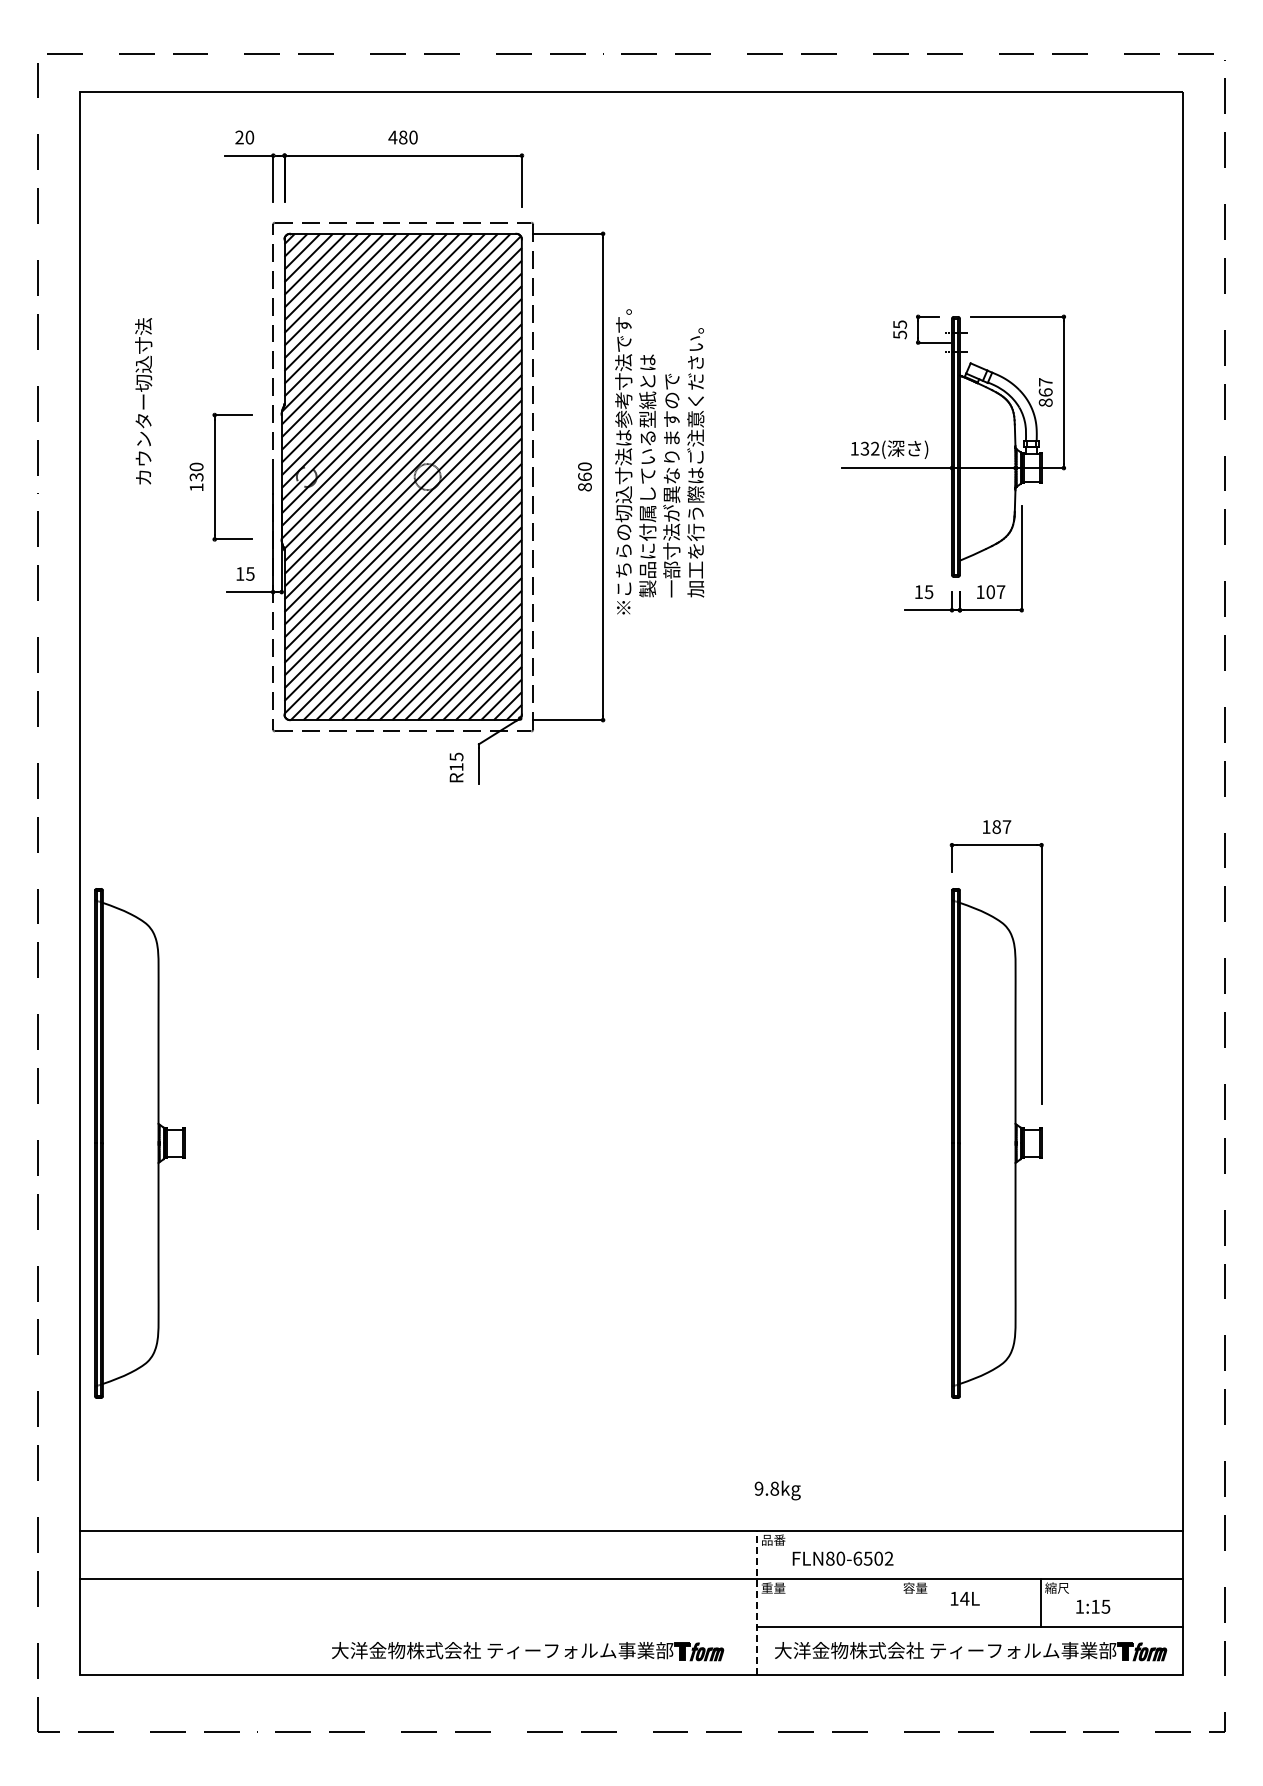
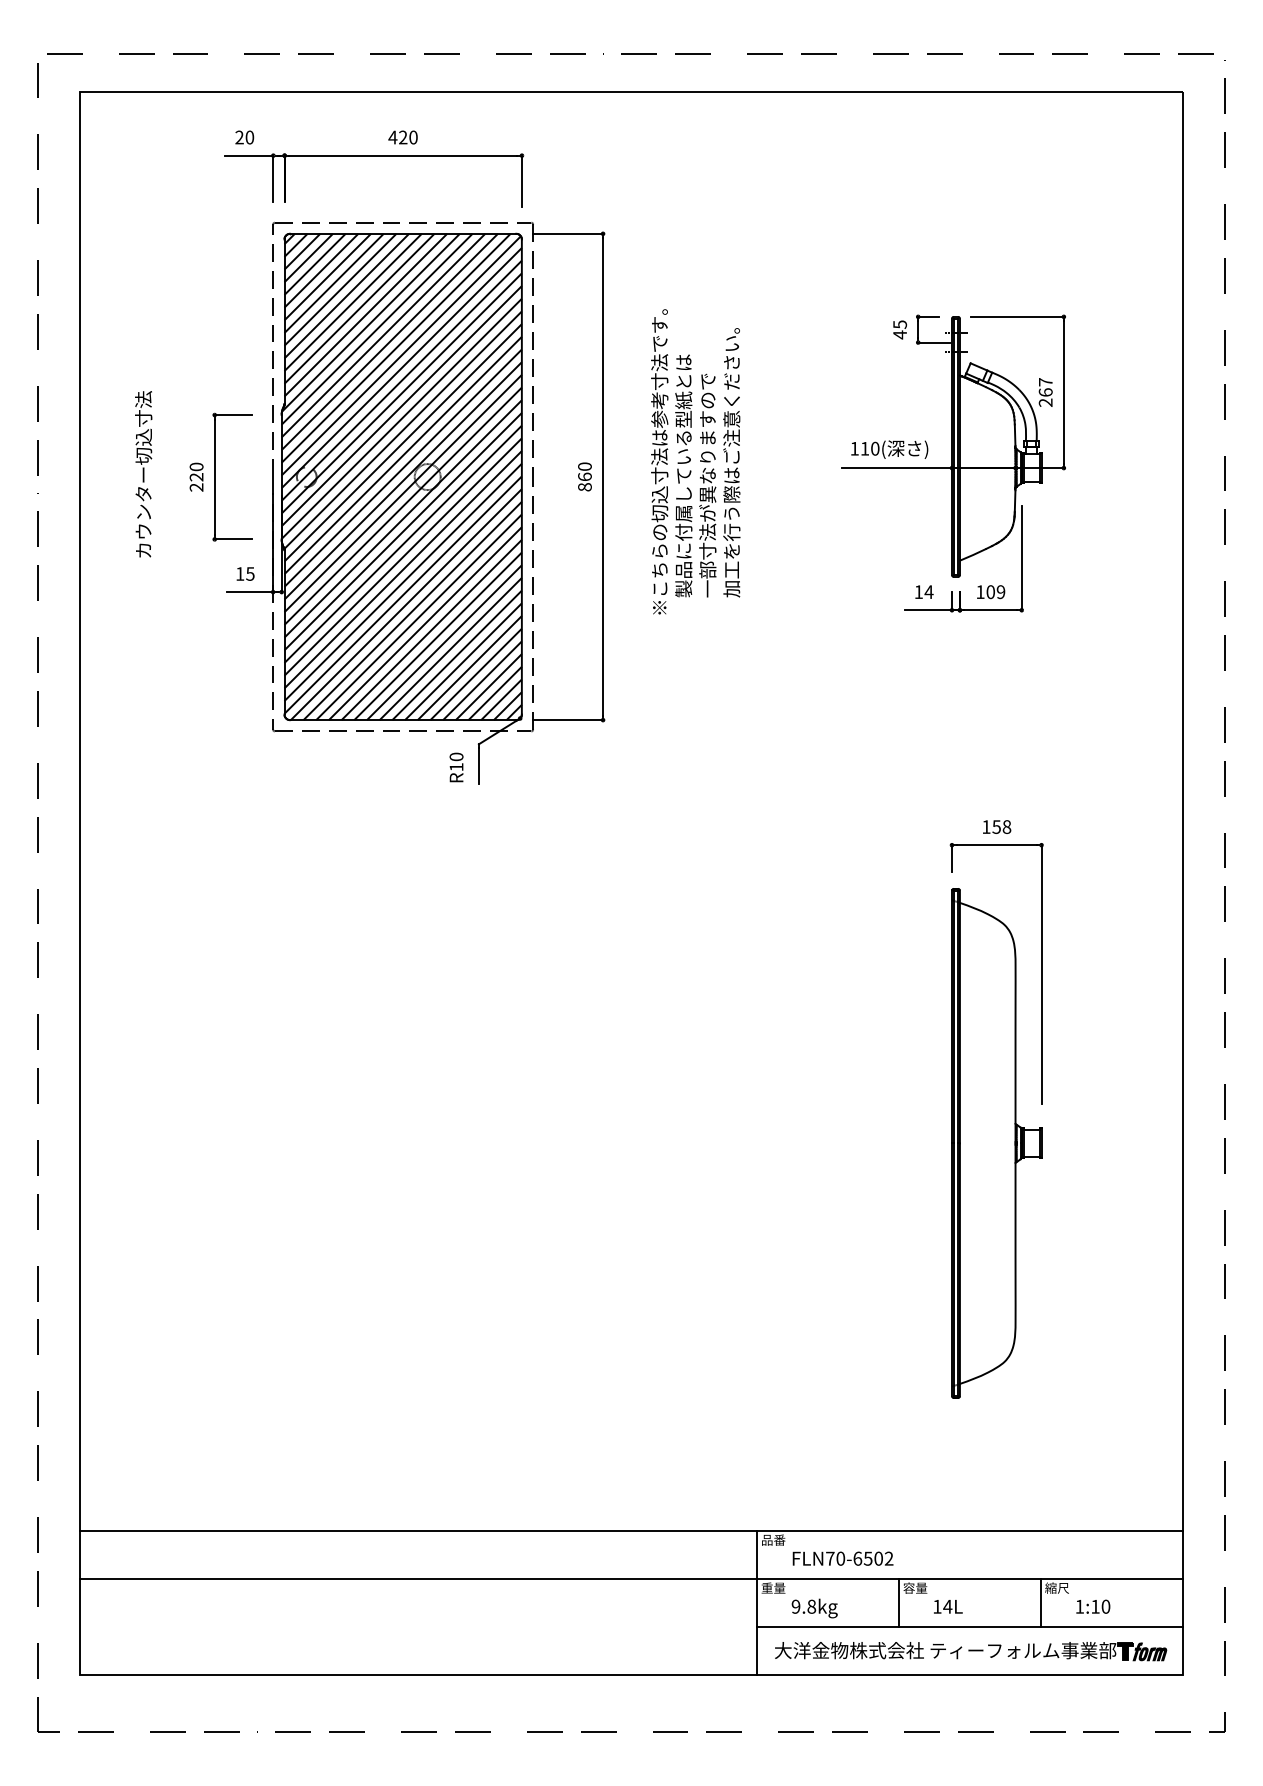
text at (403, 137): 480 -> 420
text at (900, 334): 55 -> 45
text at (143, 401) position: (143, 401) -> (143, 474)
text at (1045, 402): 867 -> 267
text at (869, 448): 132( -> 110(
text at (659, 461) position: (659, 461) -> (695, 461)
text at (196, 482): 130 -> 220
text at (928, 592): 15 -> 14
text at (1000, 592): 107 -> 109
text at (456, 756): R15 -> R10
text at (1001, 826): 187 -> 158
part at (139, 1143): present -> none
text at (777, 1490) position: (777, 1490) -> (814, 1608)
text at (830, 1558): FLN80-6502 -> FLN70-6502
text at (965, 1598) position: (965, 1598) -> (948, 1606)
line at (756, 1602): dashed -> solid
line at (898, 1602): none -> present
text at (1105, 1606): 1:15 -> 1:10
part at (528, 1651): present -> none
